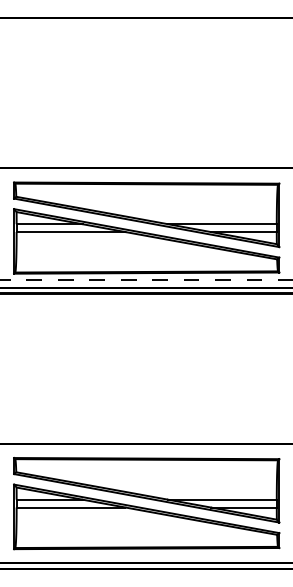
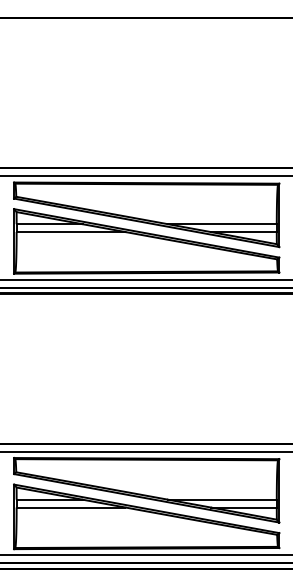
line at (145, 176): none -> present
line at (146, 280): dashed -> solid
line at (145, 451): none -> present
line at (145, 555): none -> present
